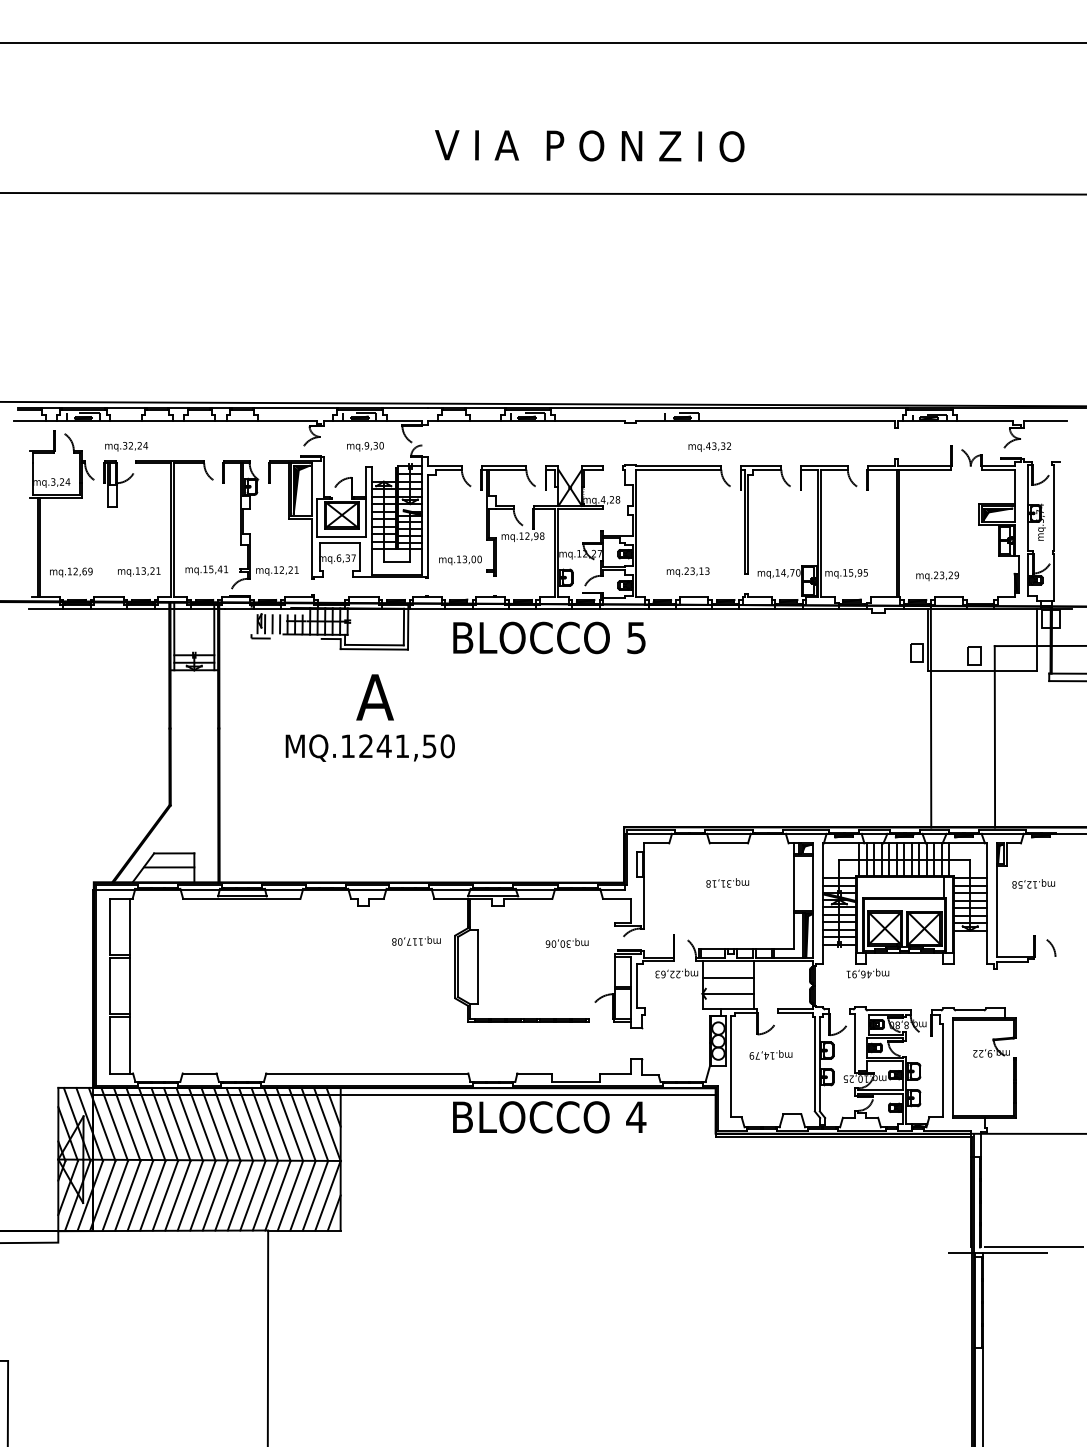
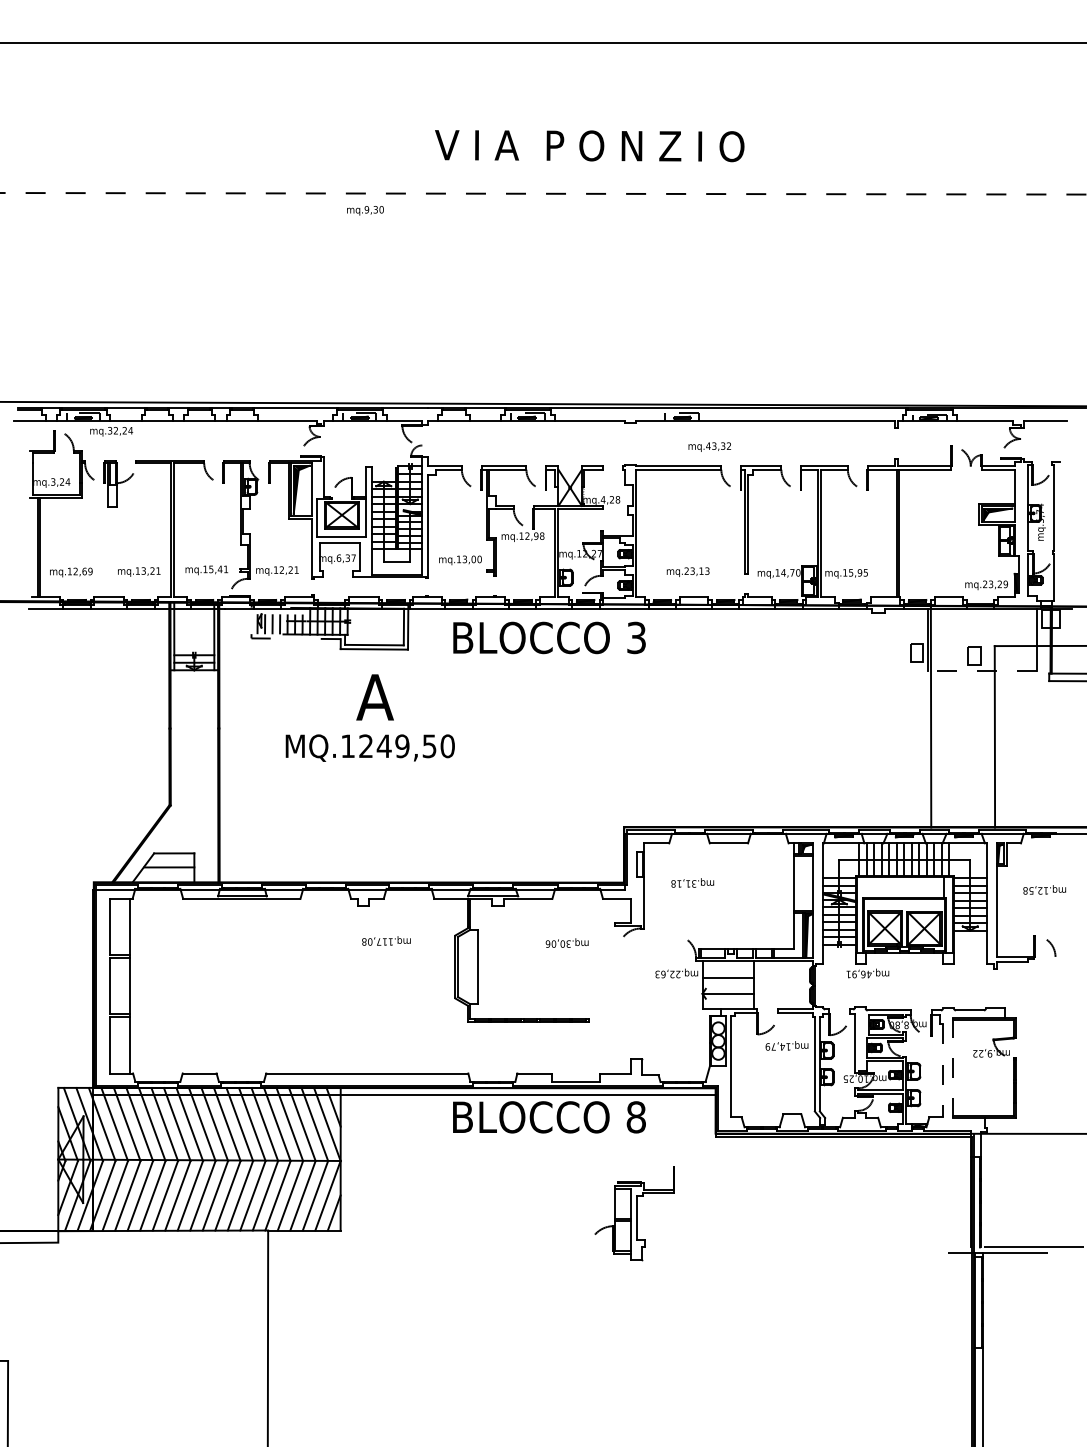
line at (543, 193): solid -> dashed
text at (126, 446) position: (126, 446) -> (111, 431)
text at (365, 446) position: (365, 446) -> (365, 210)
text at (937, 576) position: (937, 576) -> (986, 585)
text at (636, 637): 5 -> 3
line at (982, 671): solid -> dashed
text at (402, 746): MQ.1241,50 -> MQ.1249,50
text at (727, 882) position: (727, 882) -> (692, 882)
text at (1033, 883) position: (1033, 883) -> (1044, 889)
text at (416, 940) position: (416, 940) -> (386, 940)
part at (634, 981) position: (634, 981) -> (634, 1213)
text at (770, 1054) position: (770, 1054) -> (786, 1045)
line at (953, 1067): solid -> dashed
line at (942, 1071): solid -> dashed
text at (636, 1117): 4 -> 8
